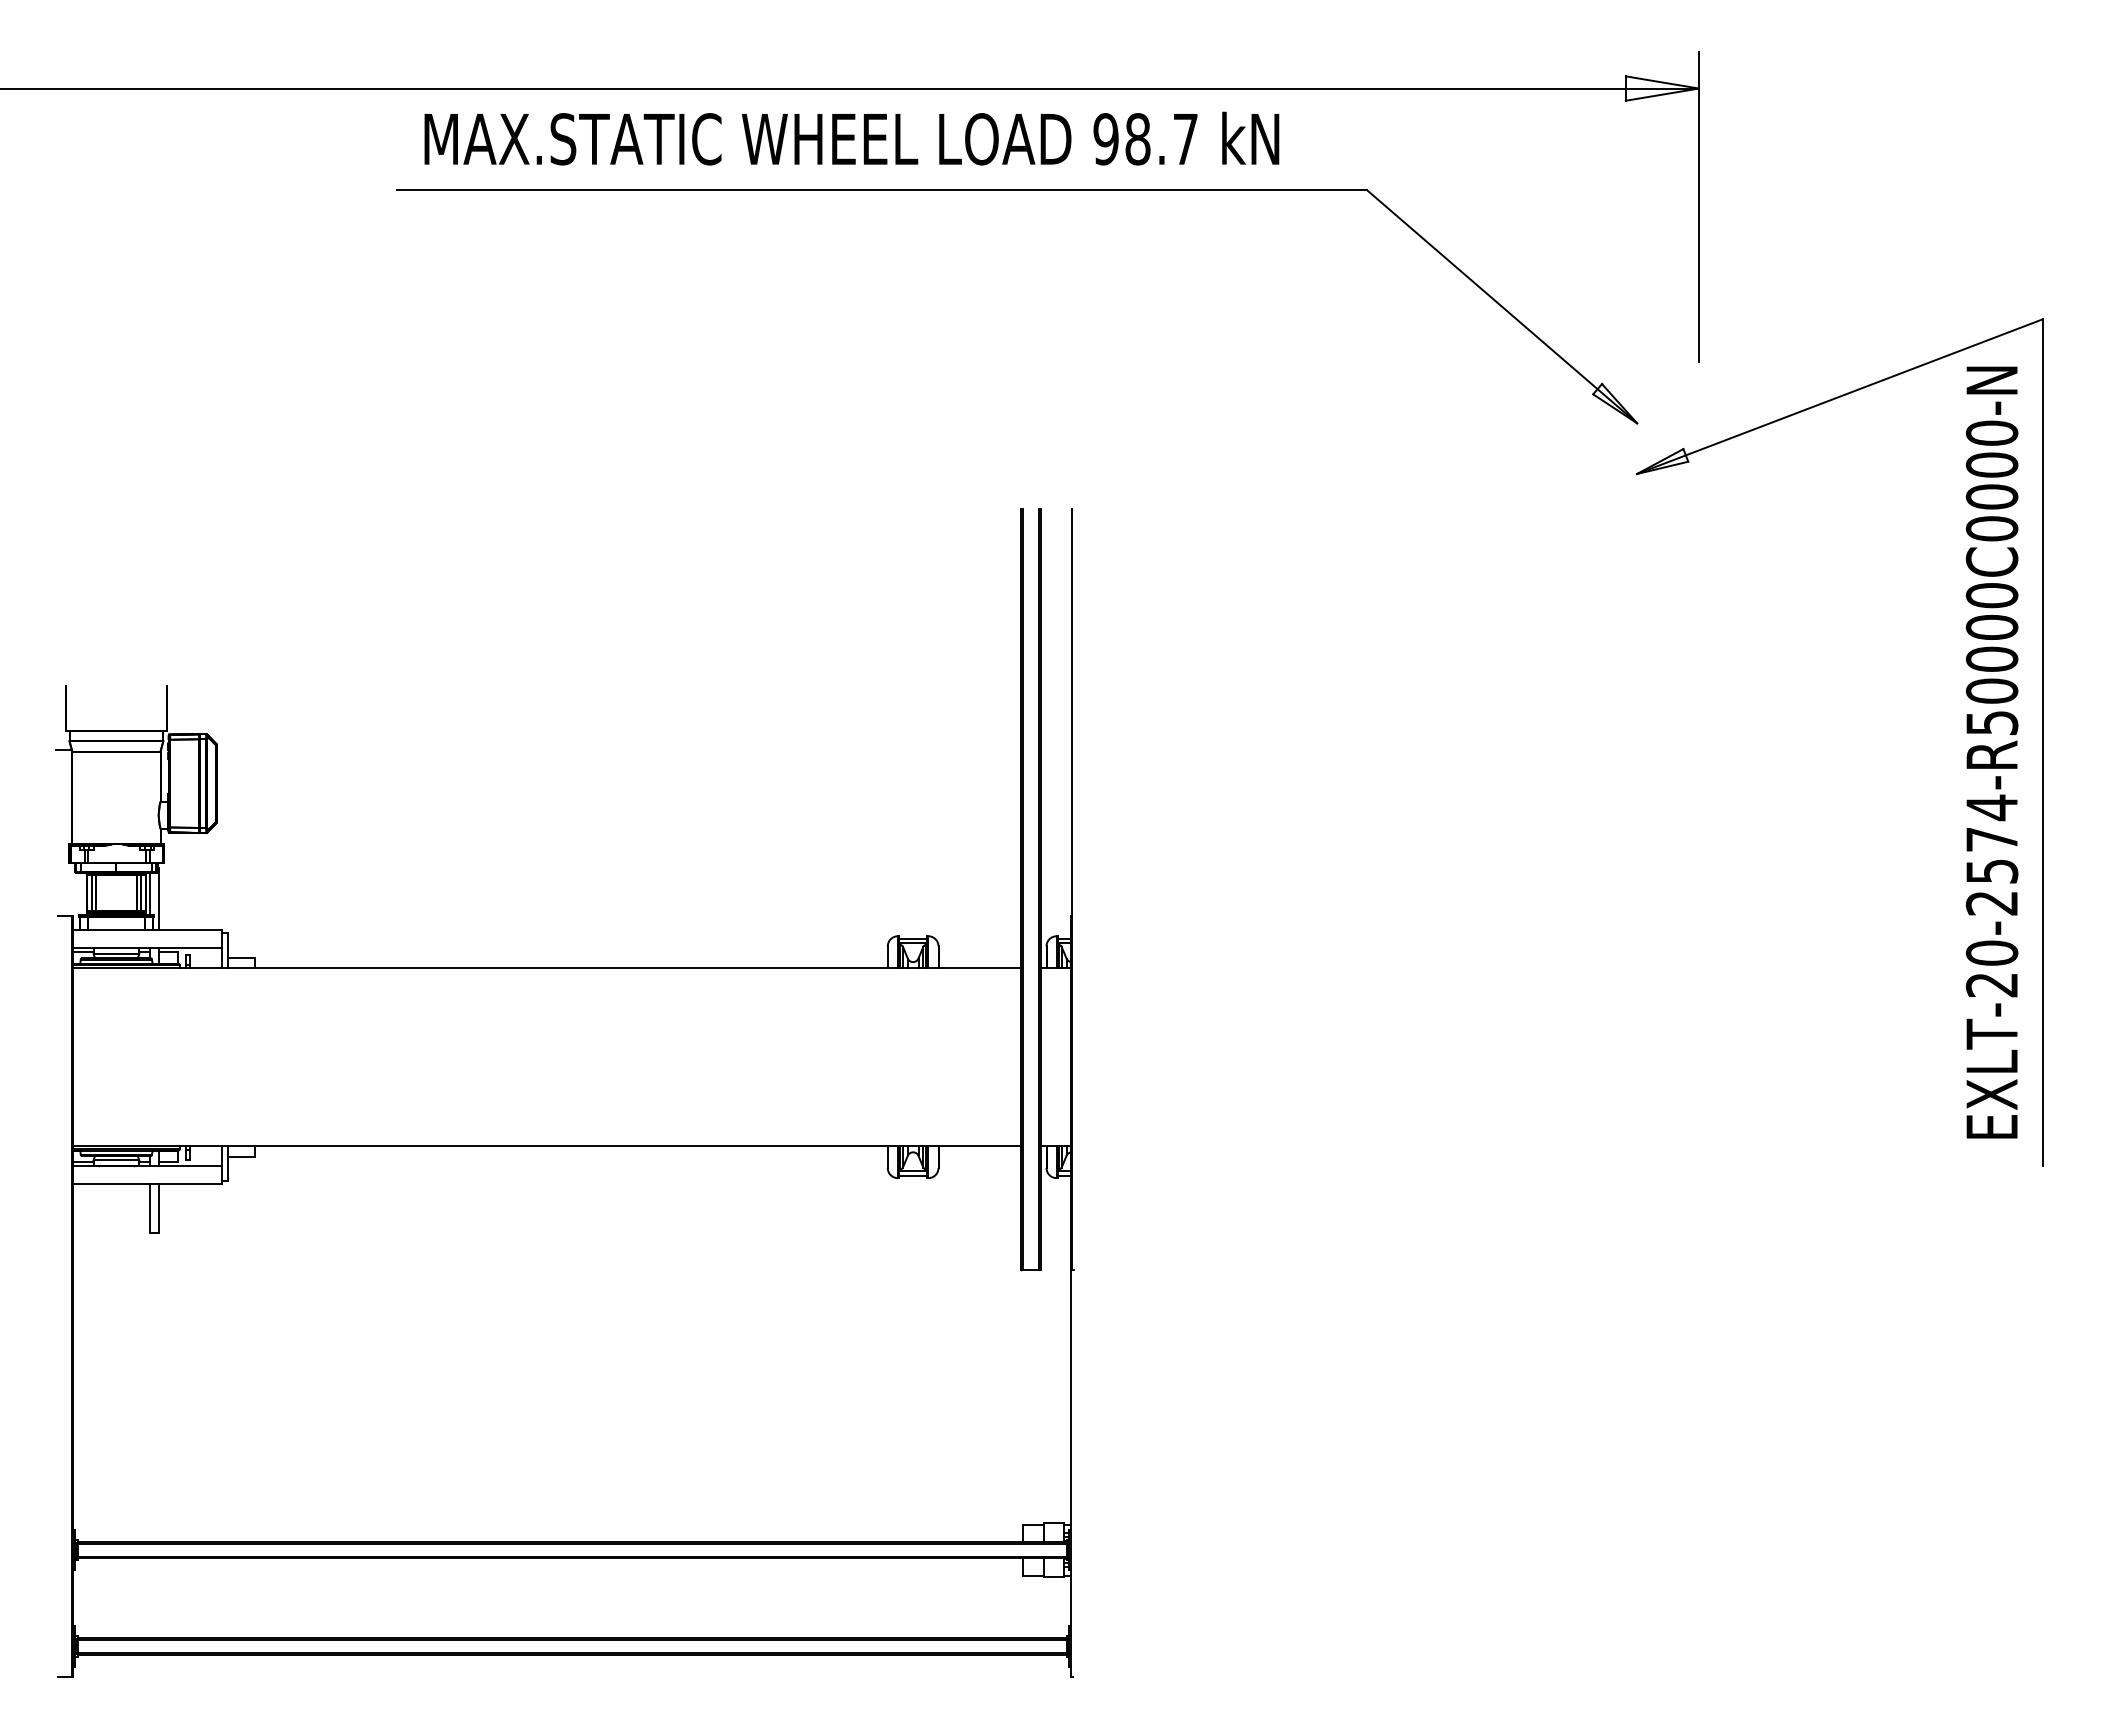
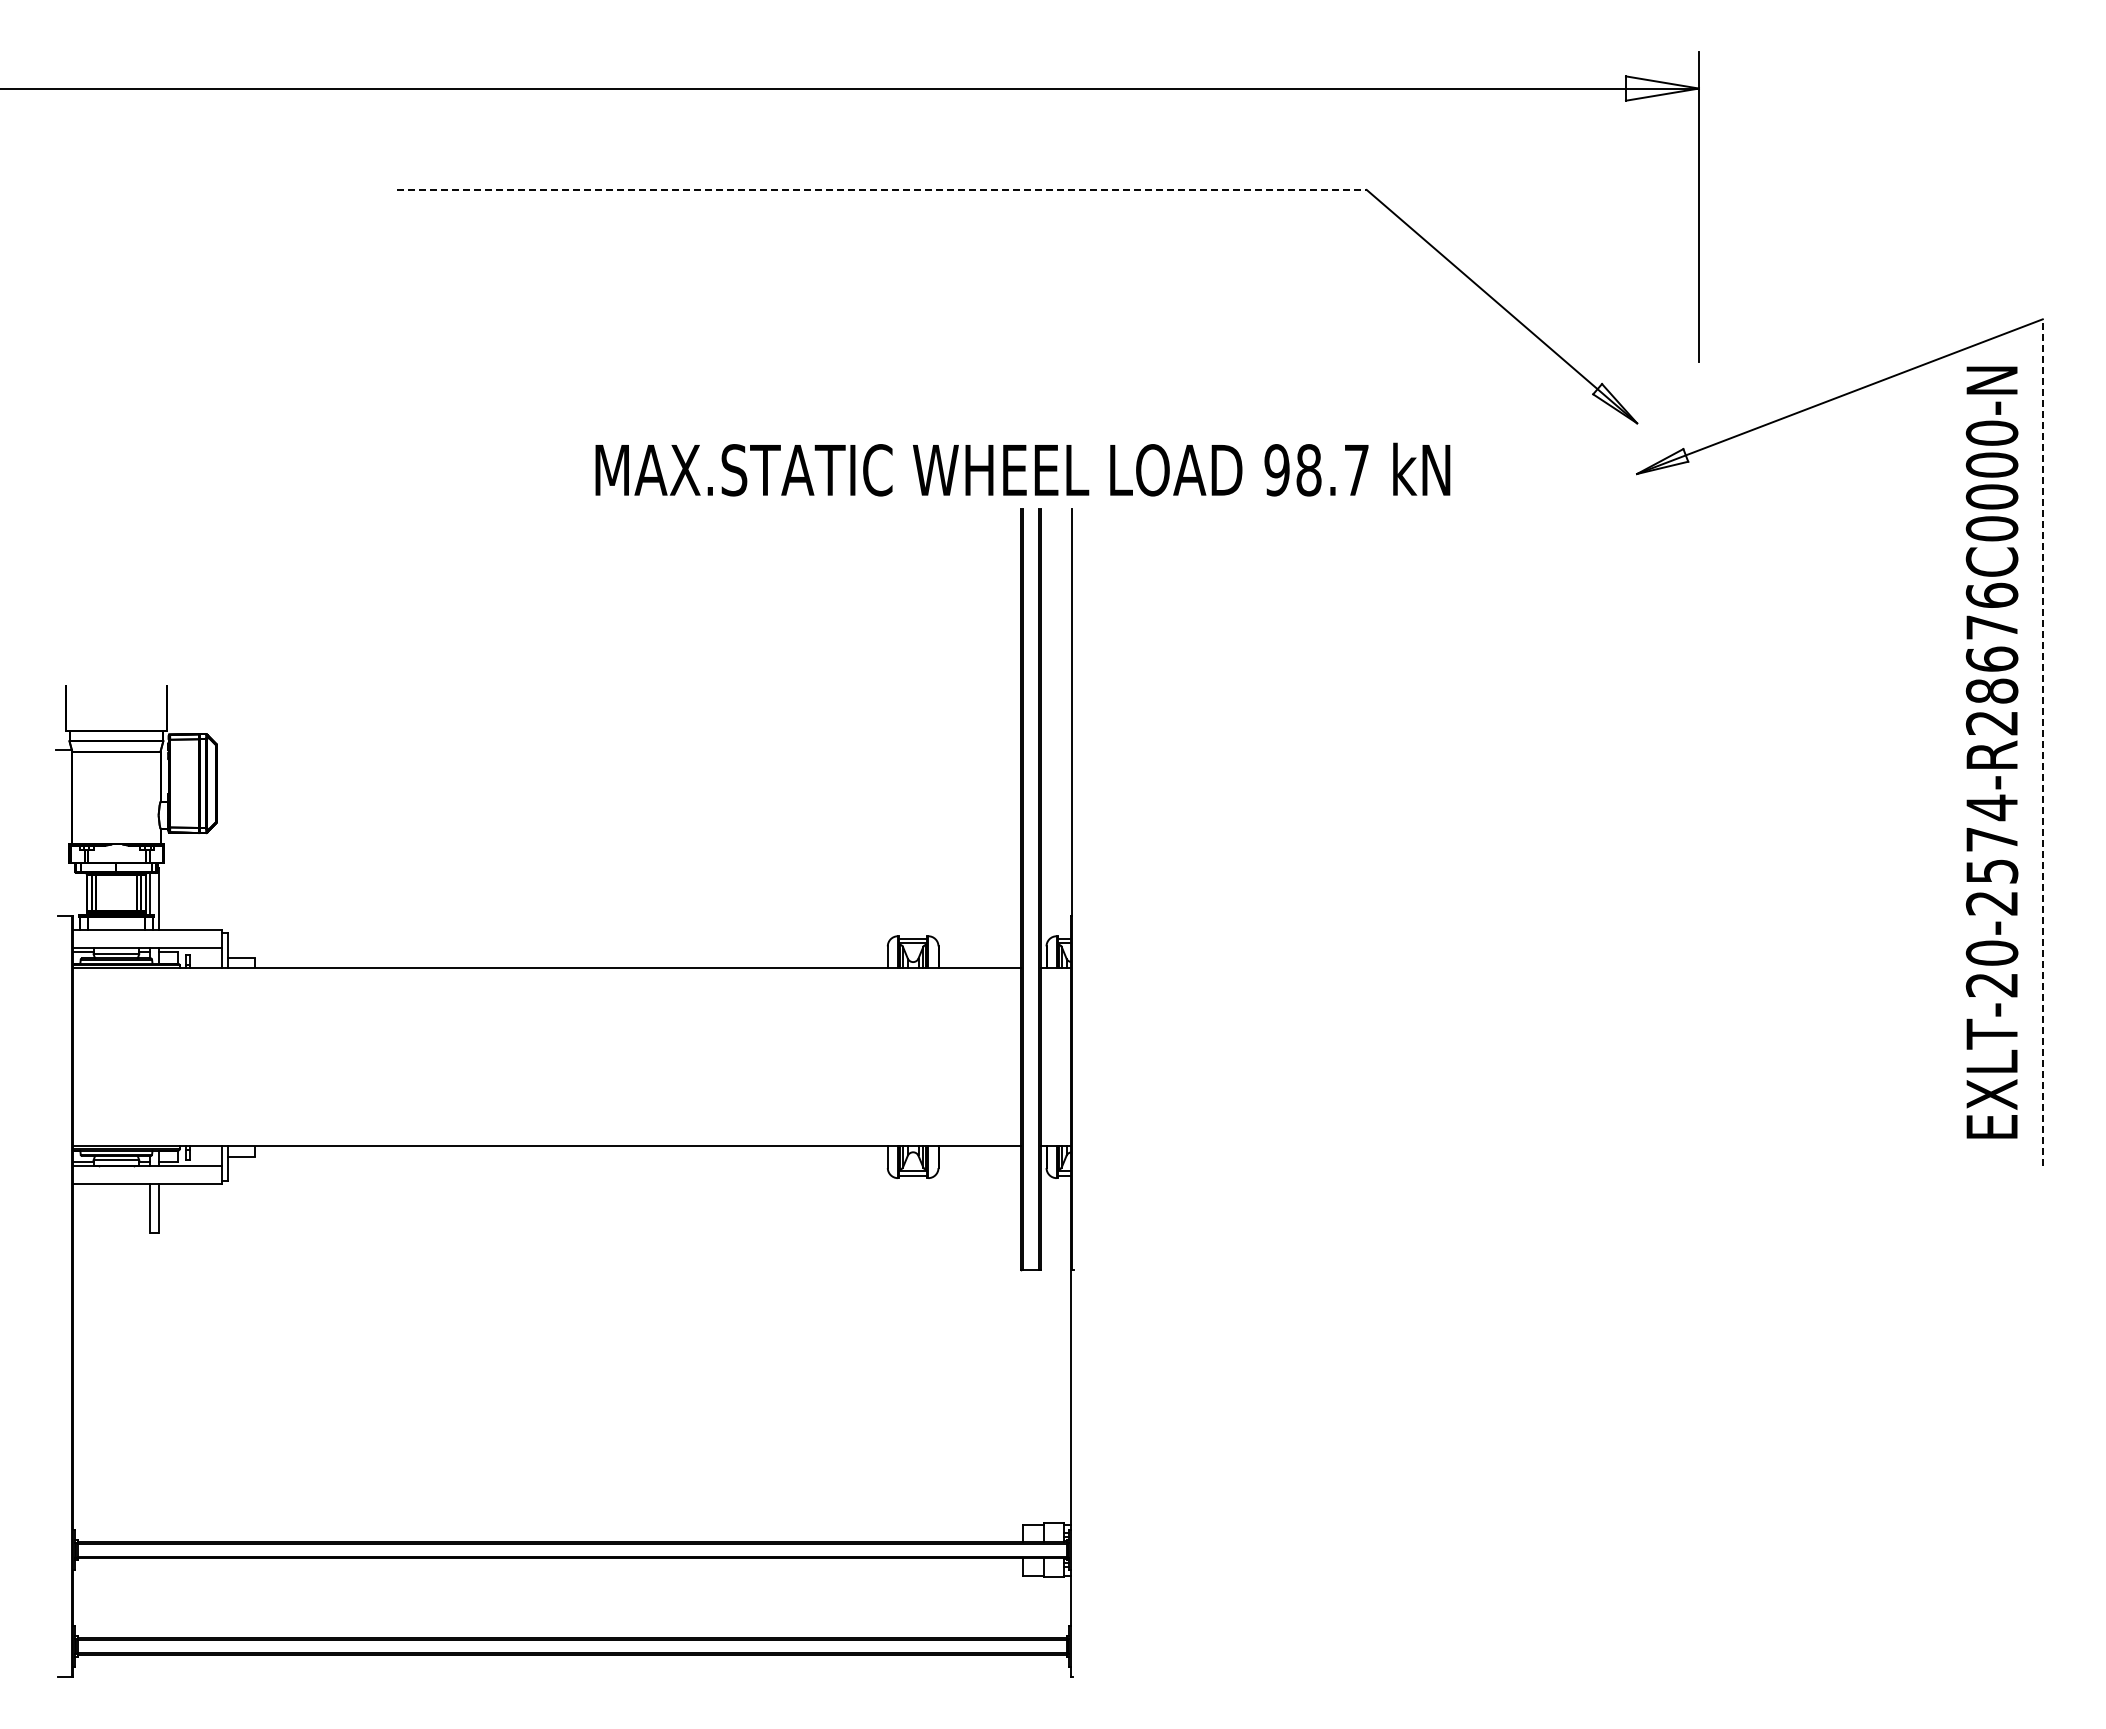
text at (851, 138) position: (851, 138) -> (1022, 469)
line at (881, 189): solid -> dashed
text at (1991, 658): EXLT-20-2574-R50000C0000-N -> EXLT-20-2574-R28676C0000-N
line at (2042, 742): solid -> dashed
